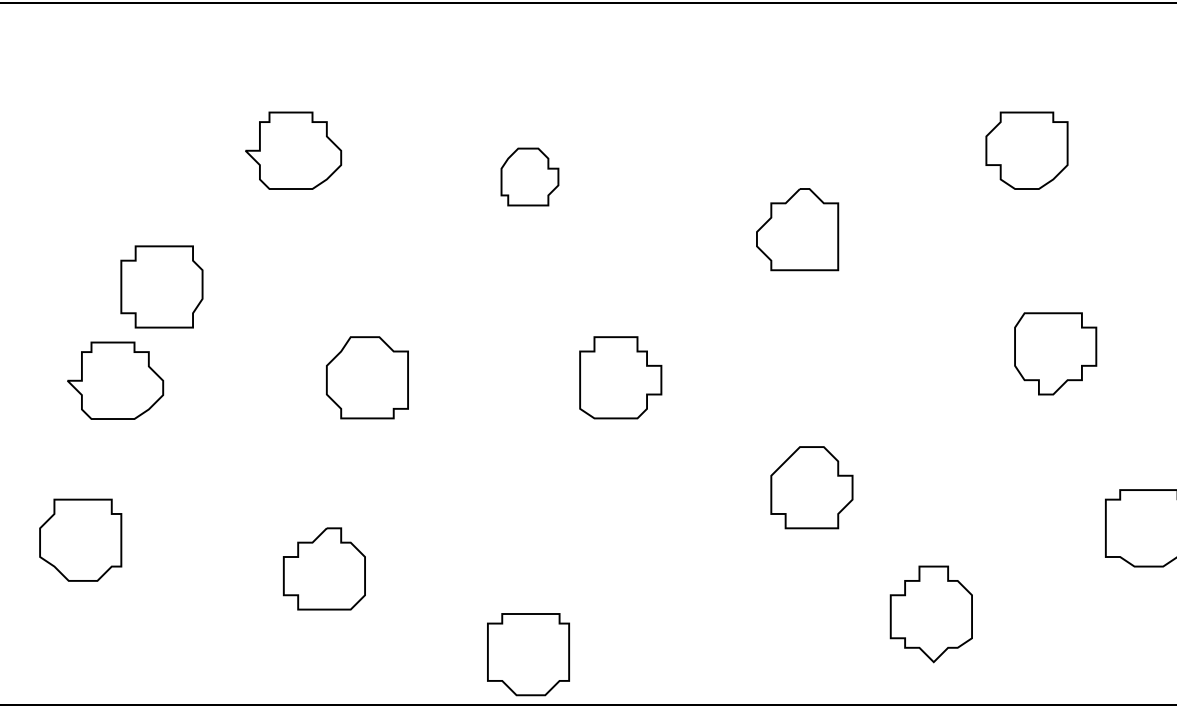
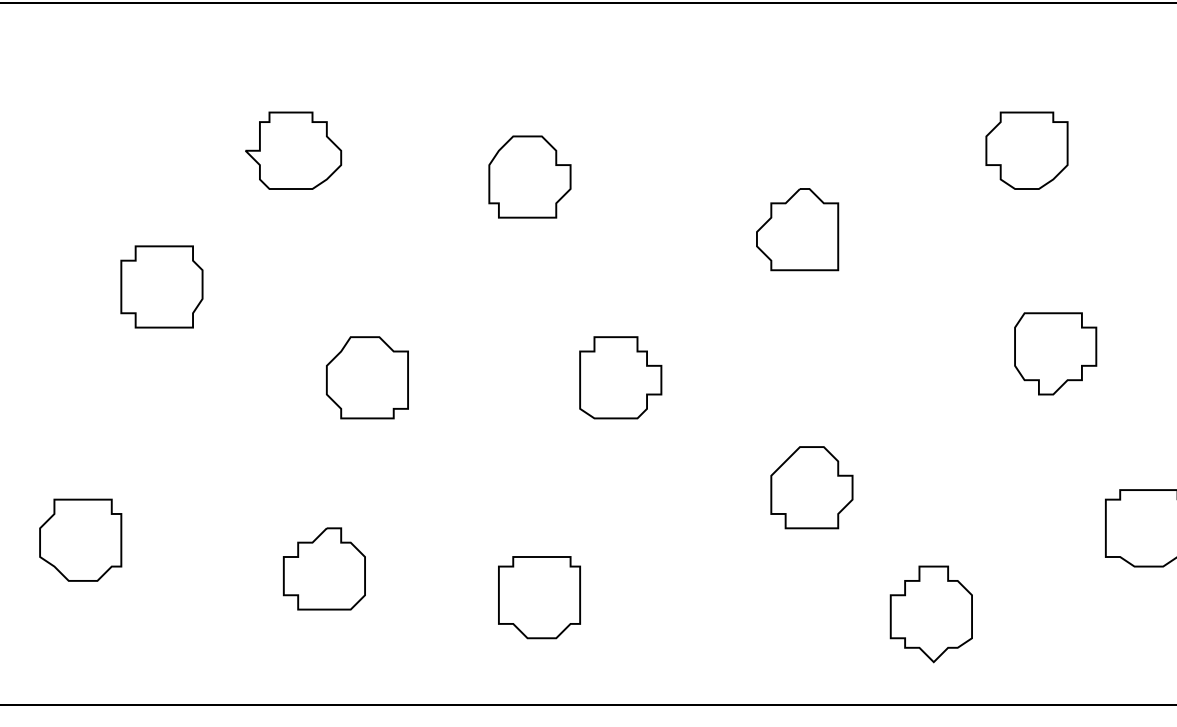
part at (529, 176) size: 60x60 px -> 84x84 px
part at (115, 380): present -> none
part at (528, 654) position: (528, 654) -> (539, 597)
